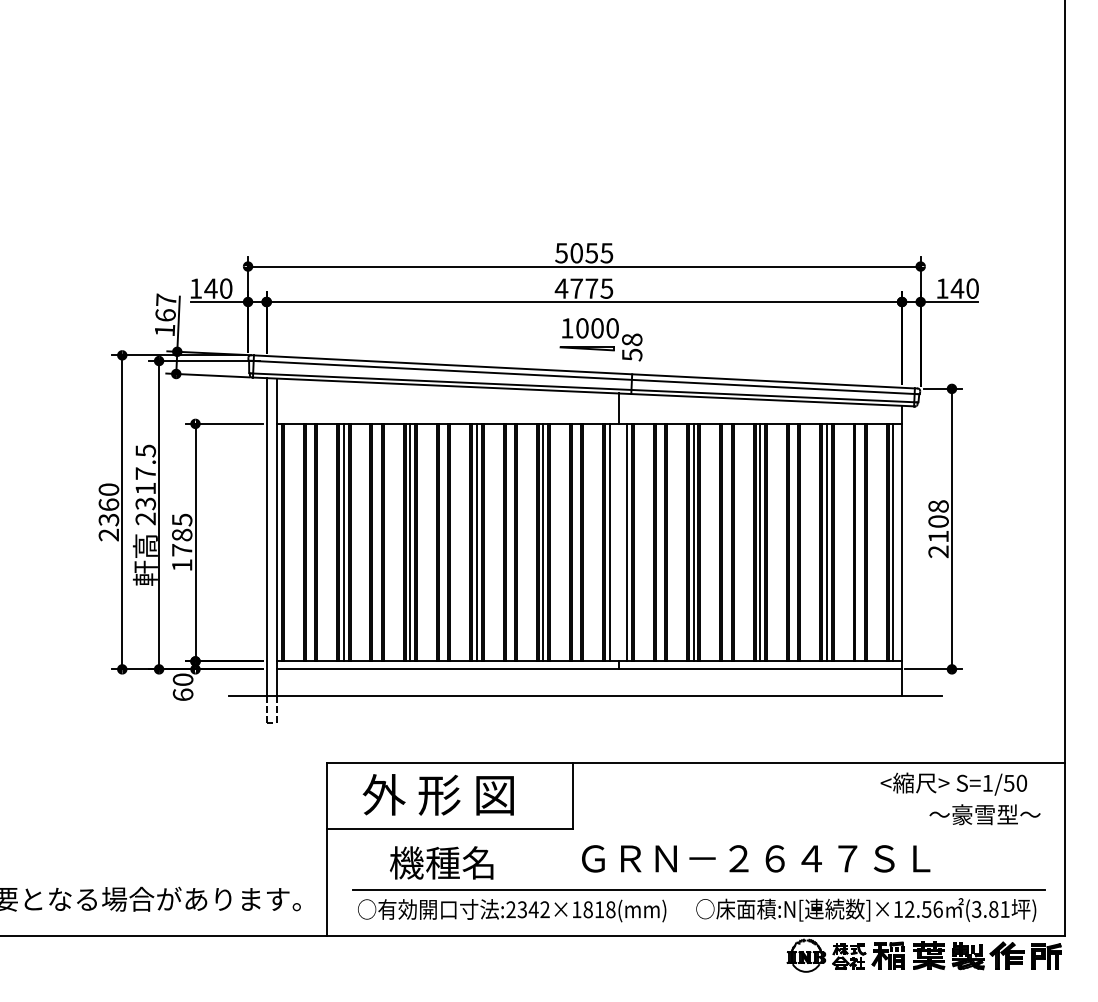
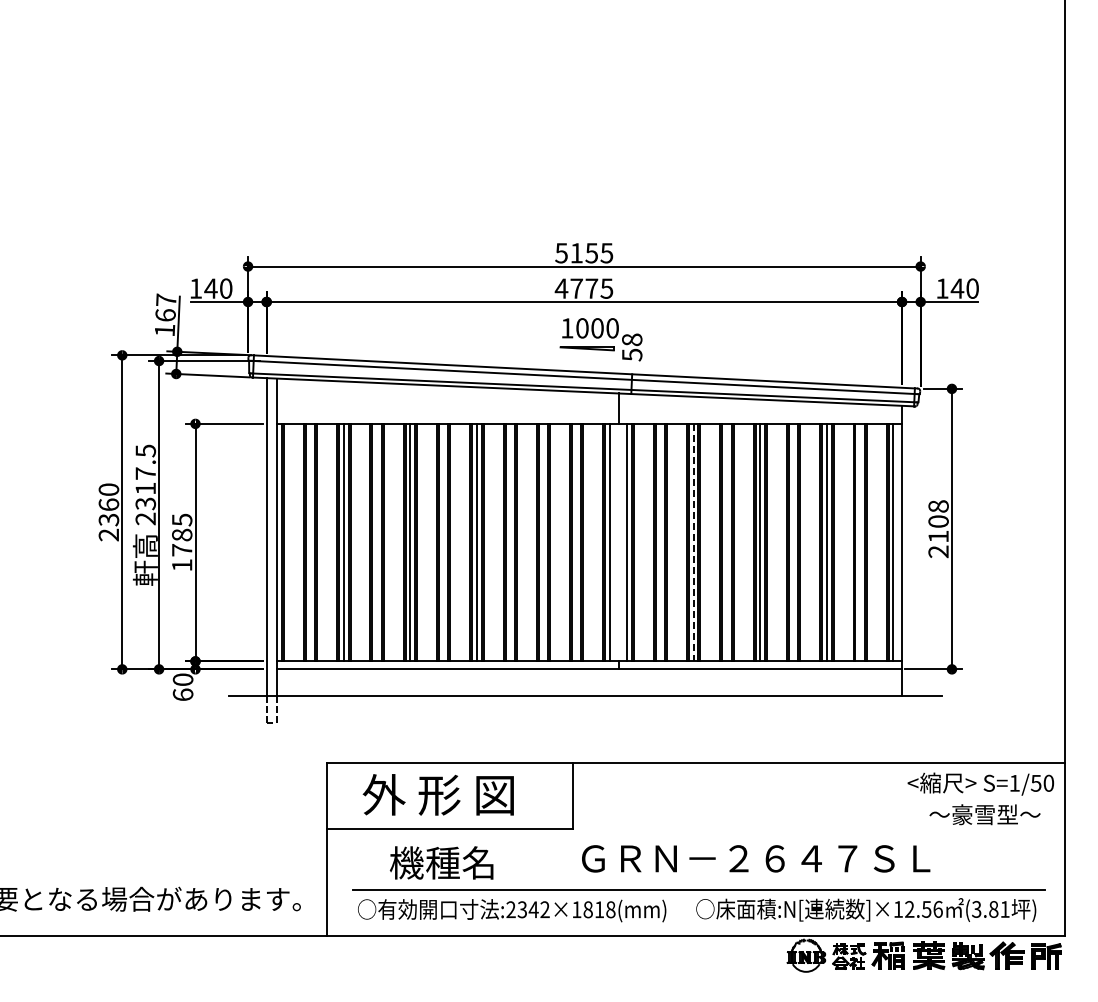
text at (576, 253): 5055 -> 5155
line at (543, 542): present -> none
line at (693, 542): solid -> dashed
text at (953, 783) position: (953, 783) -> (980, 783)
